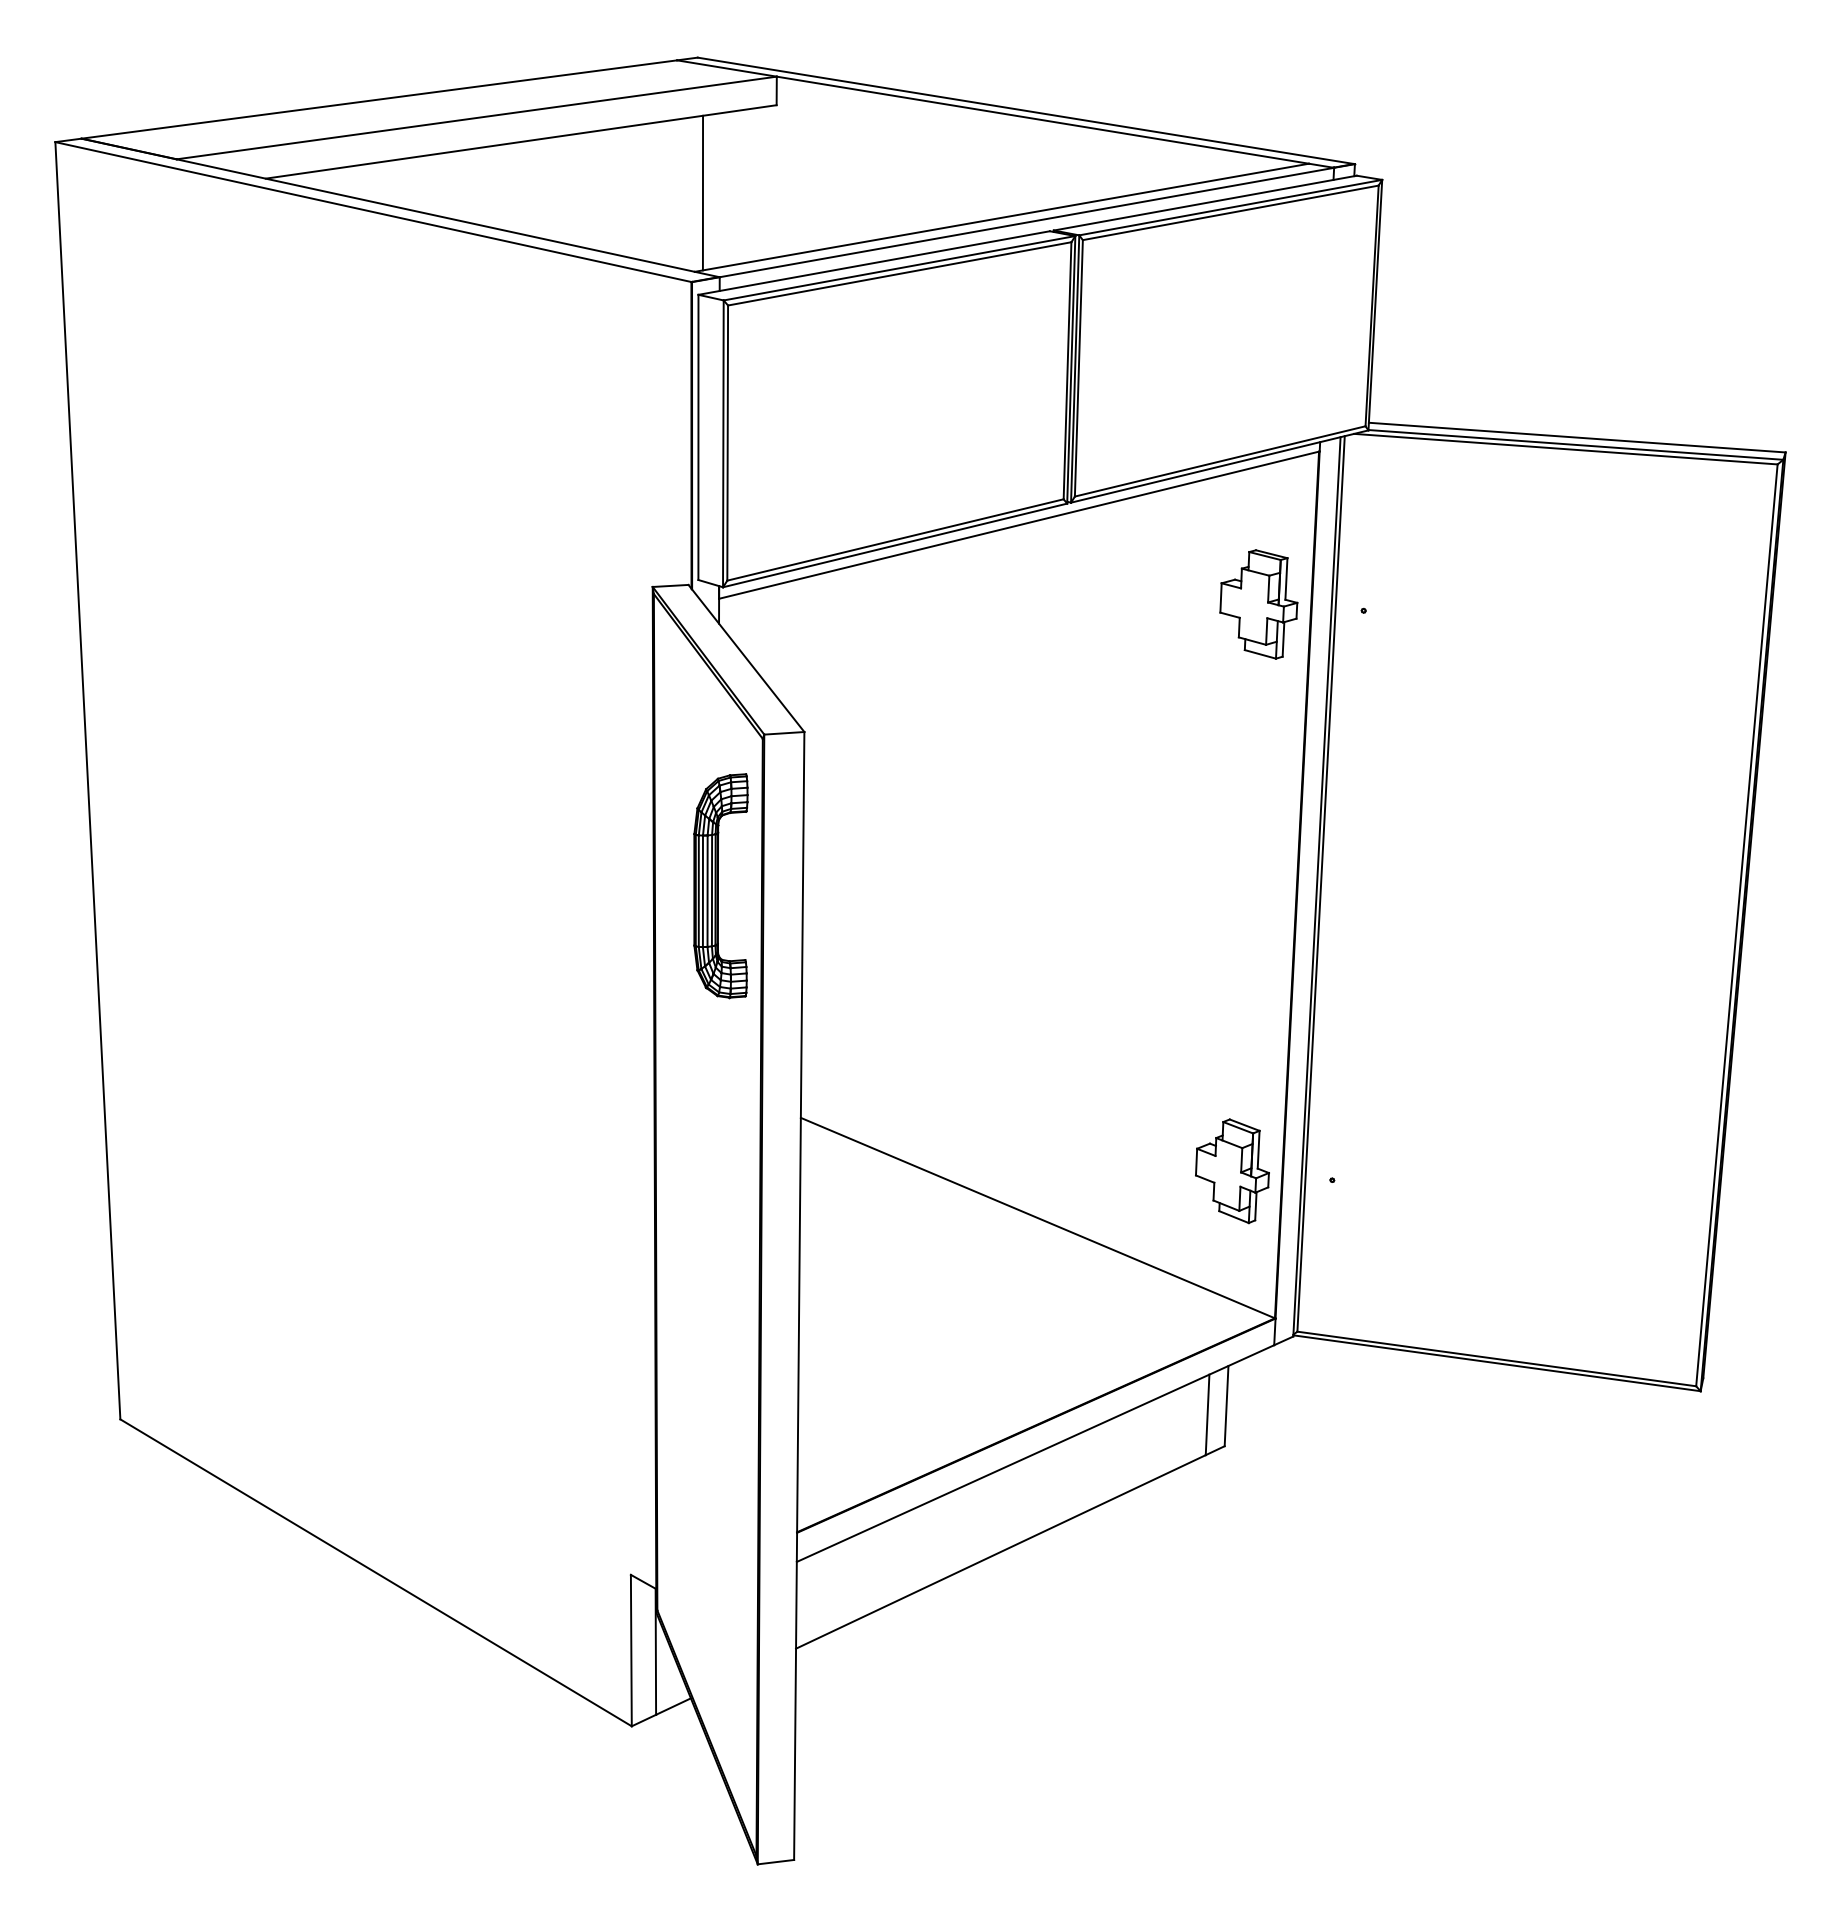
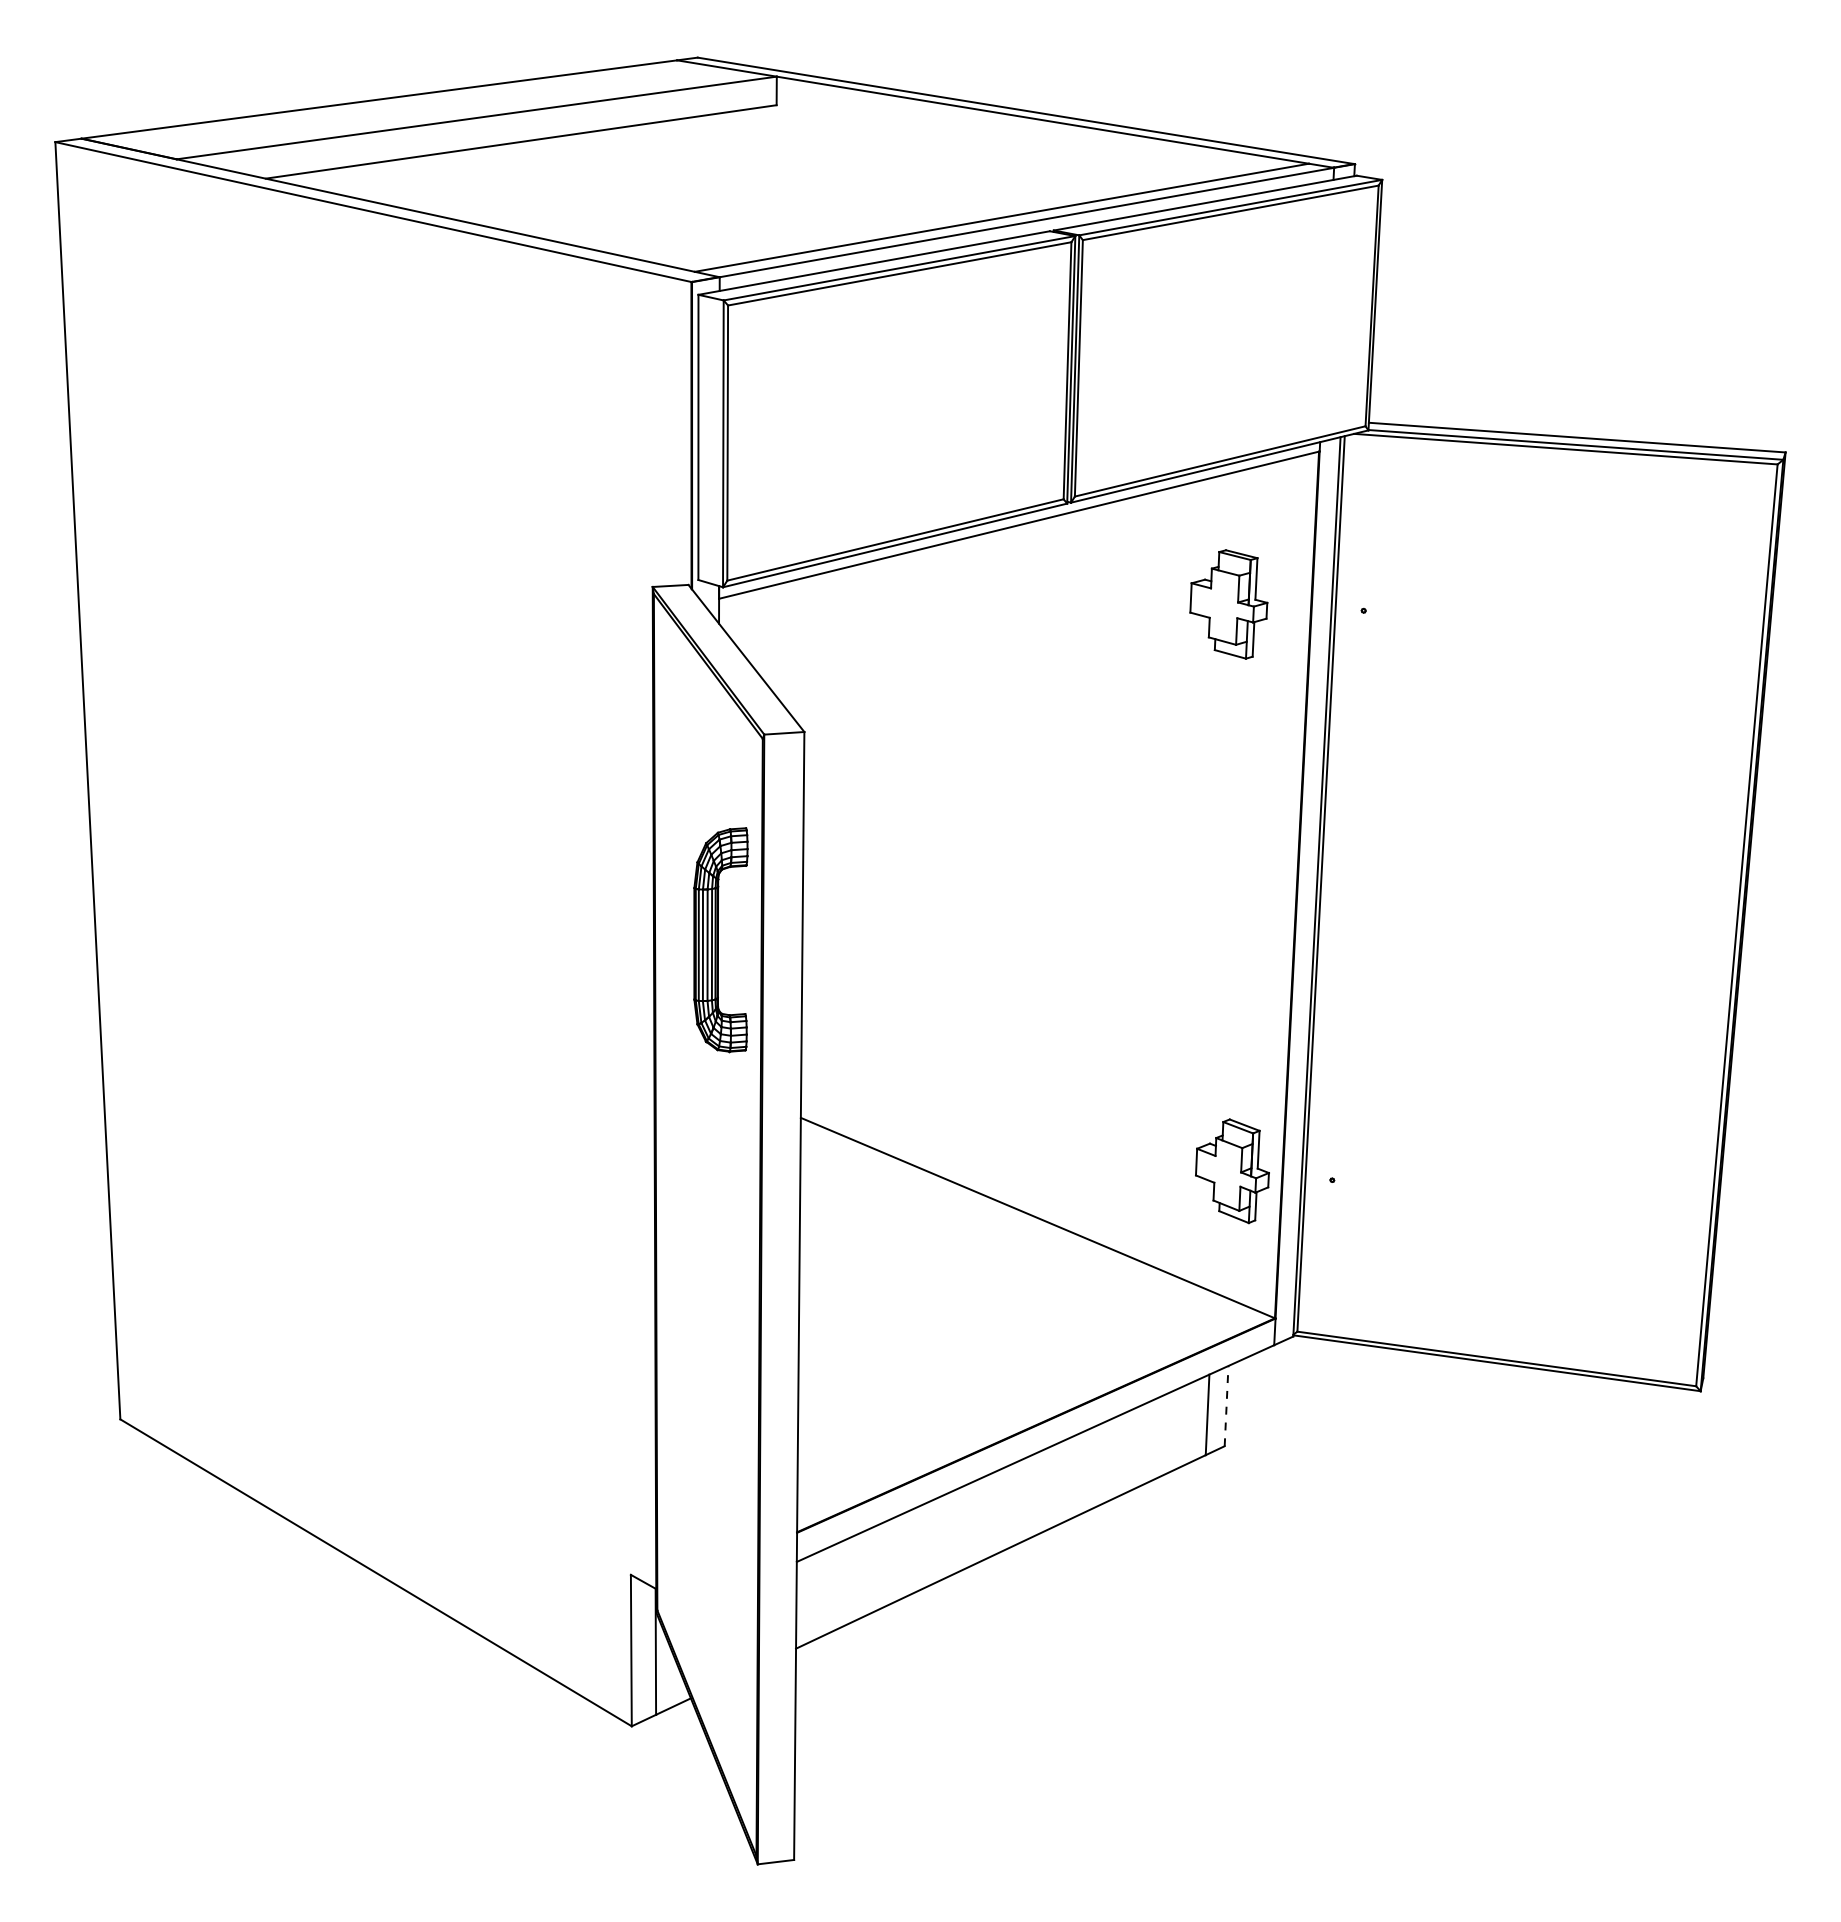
line at (702, 192): present -> none
part at (1258, 604) position: (1258, 604) -> (1228, 604)
part at (720, 886) position: (720, 886) -> (720, 940)
line at (1226, 1405): solid -> dashed
